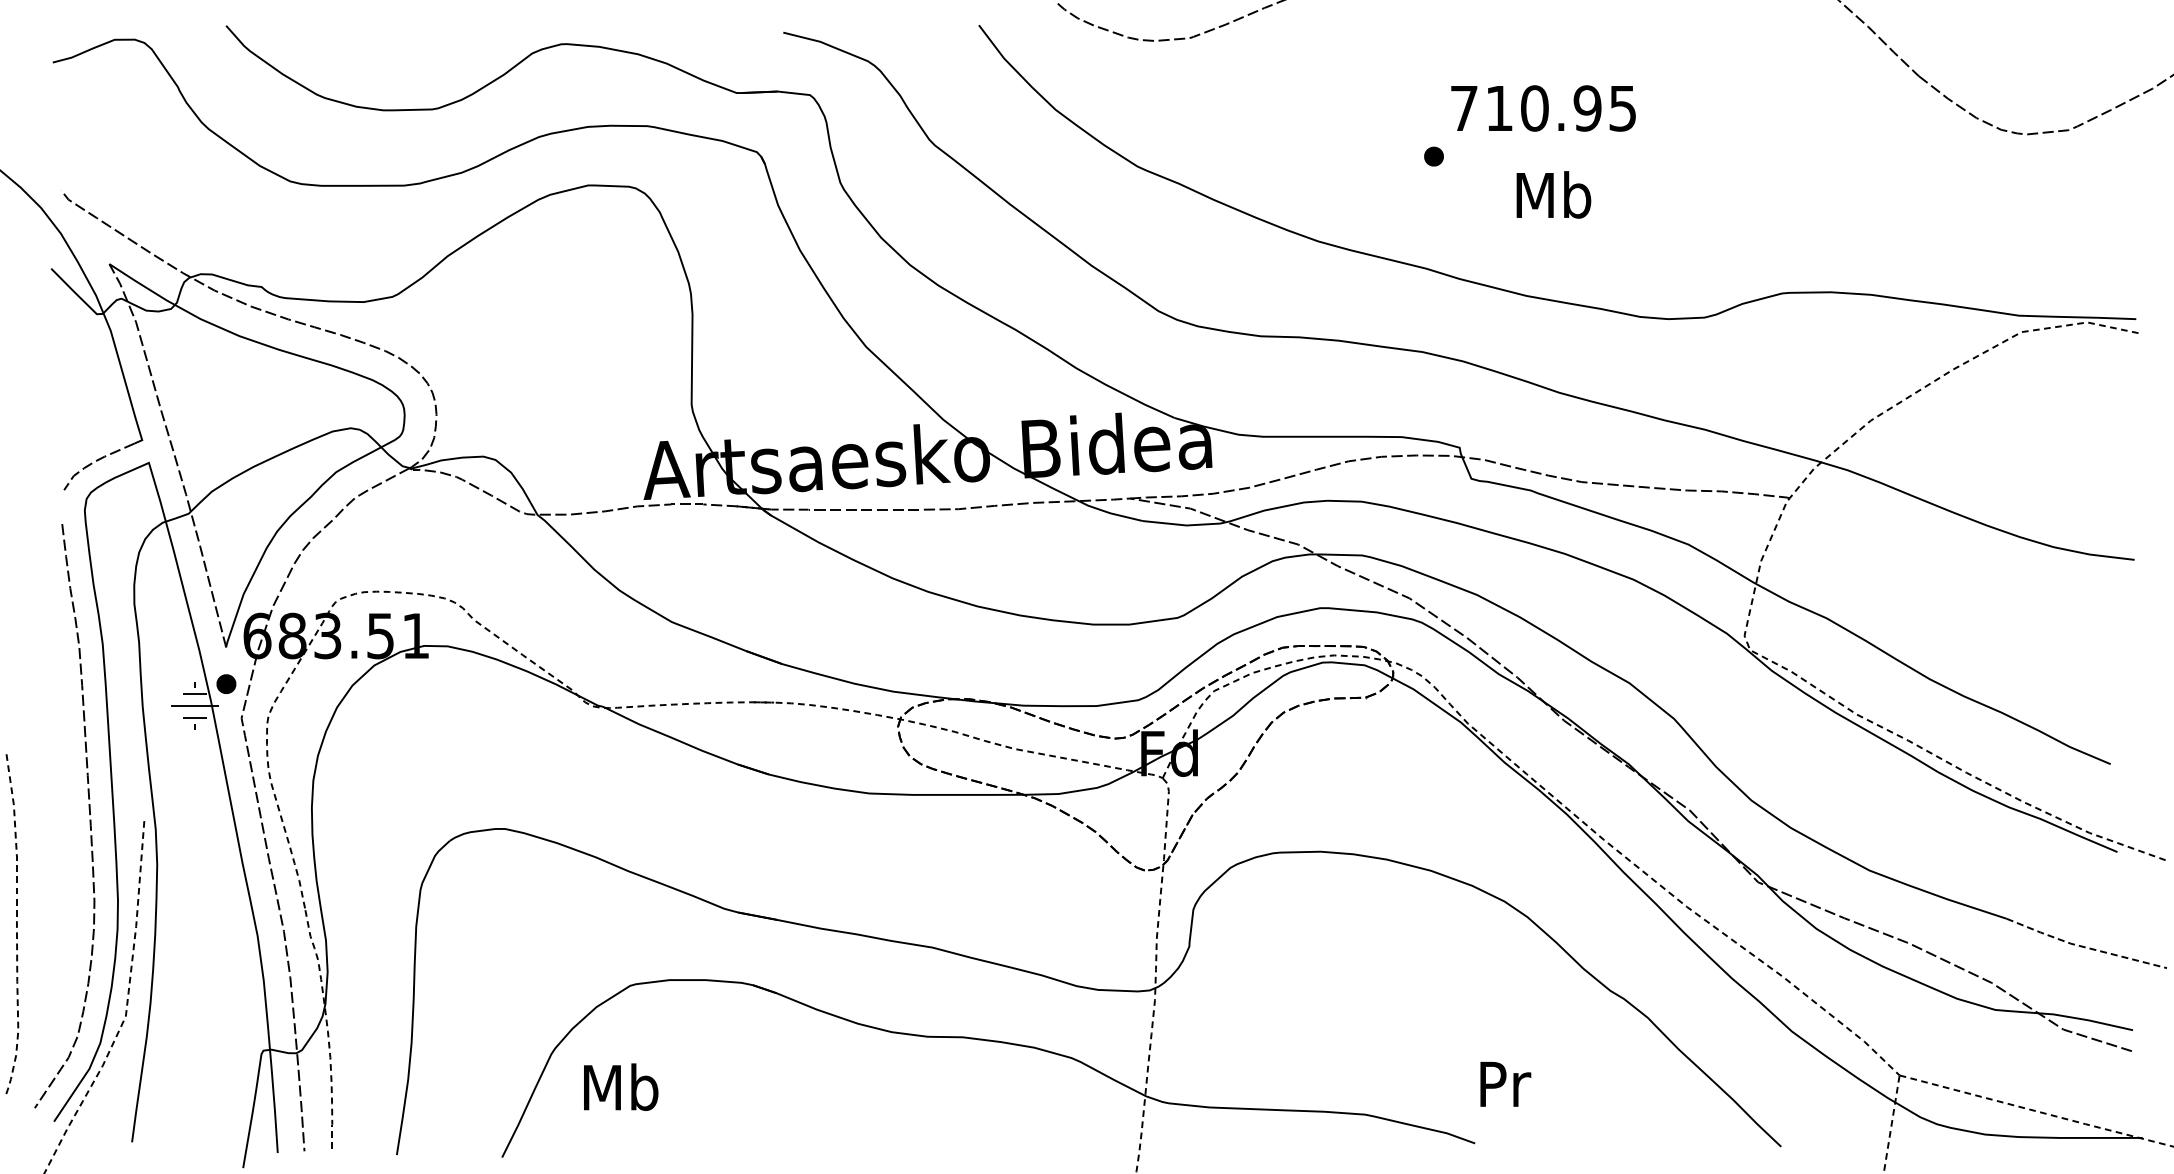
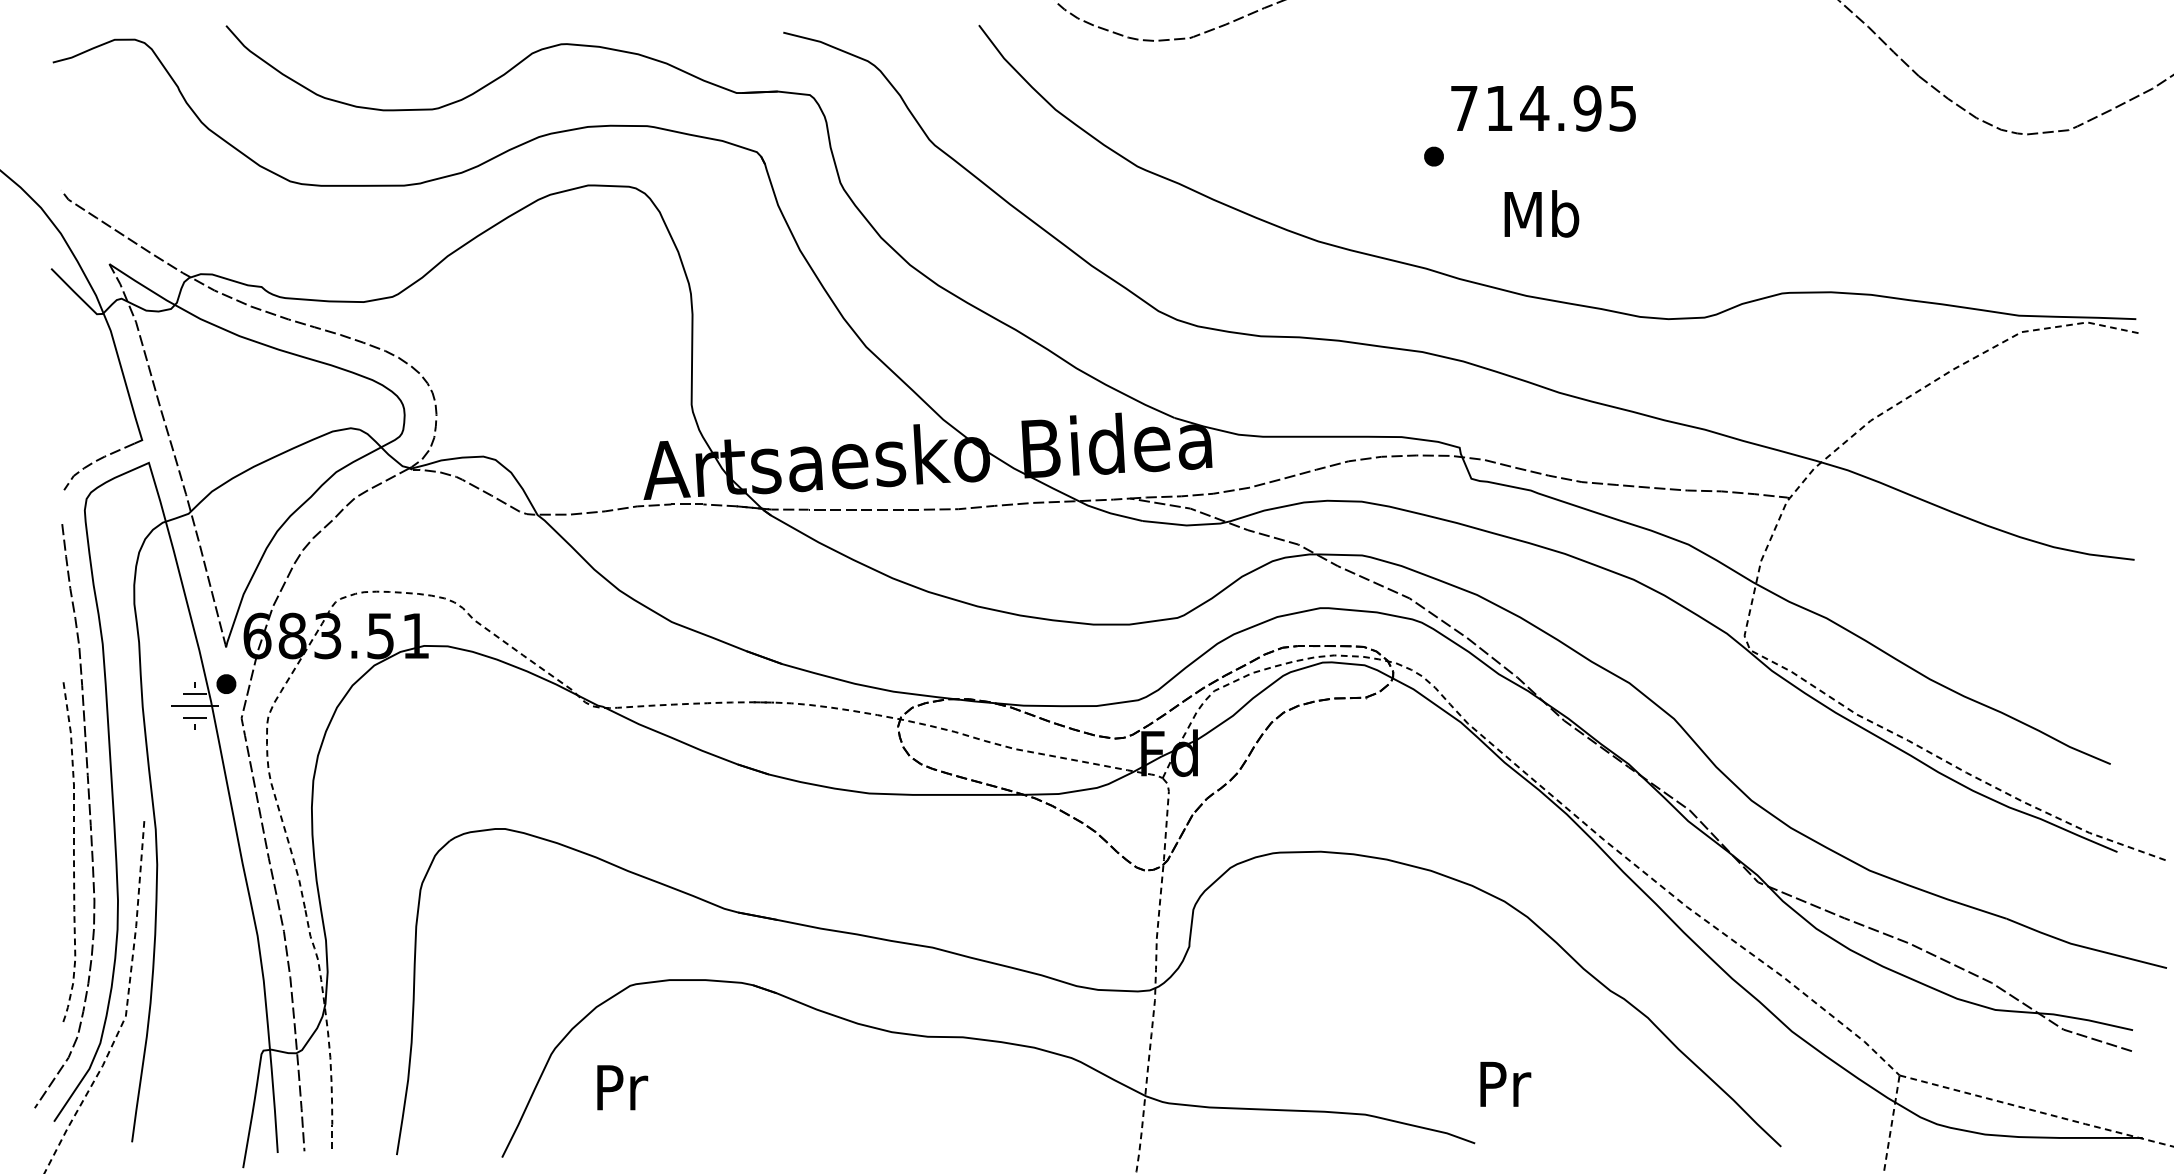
text at (1534, 108): 710.95 -> 714.95
text at (1553, 194) position: (1553, 194) -> (1541, 213)
curve at (16, 923) position: (16, 923) -> (73, 851)
line at (2084, 947): dashed -> solid
text at (621, 1086): Mb -> Pr
